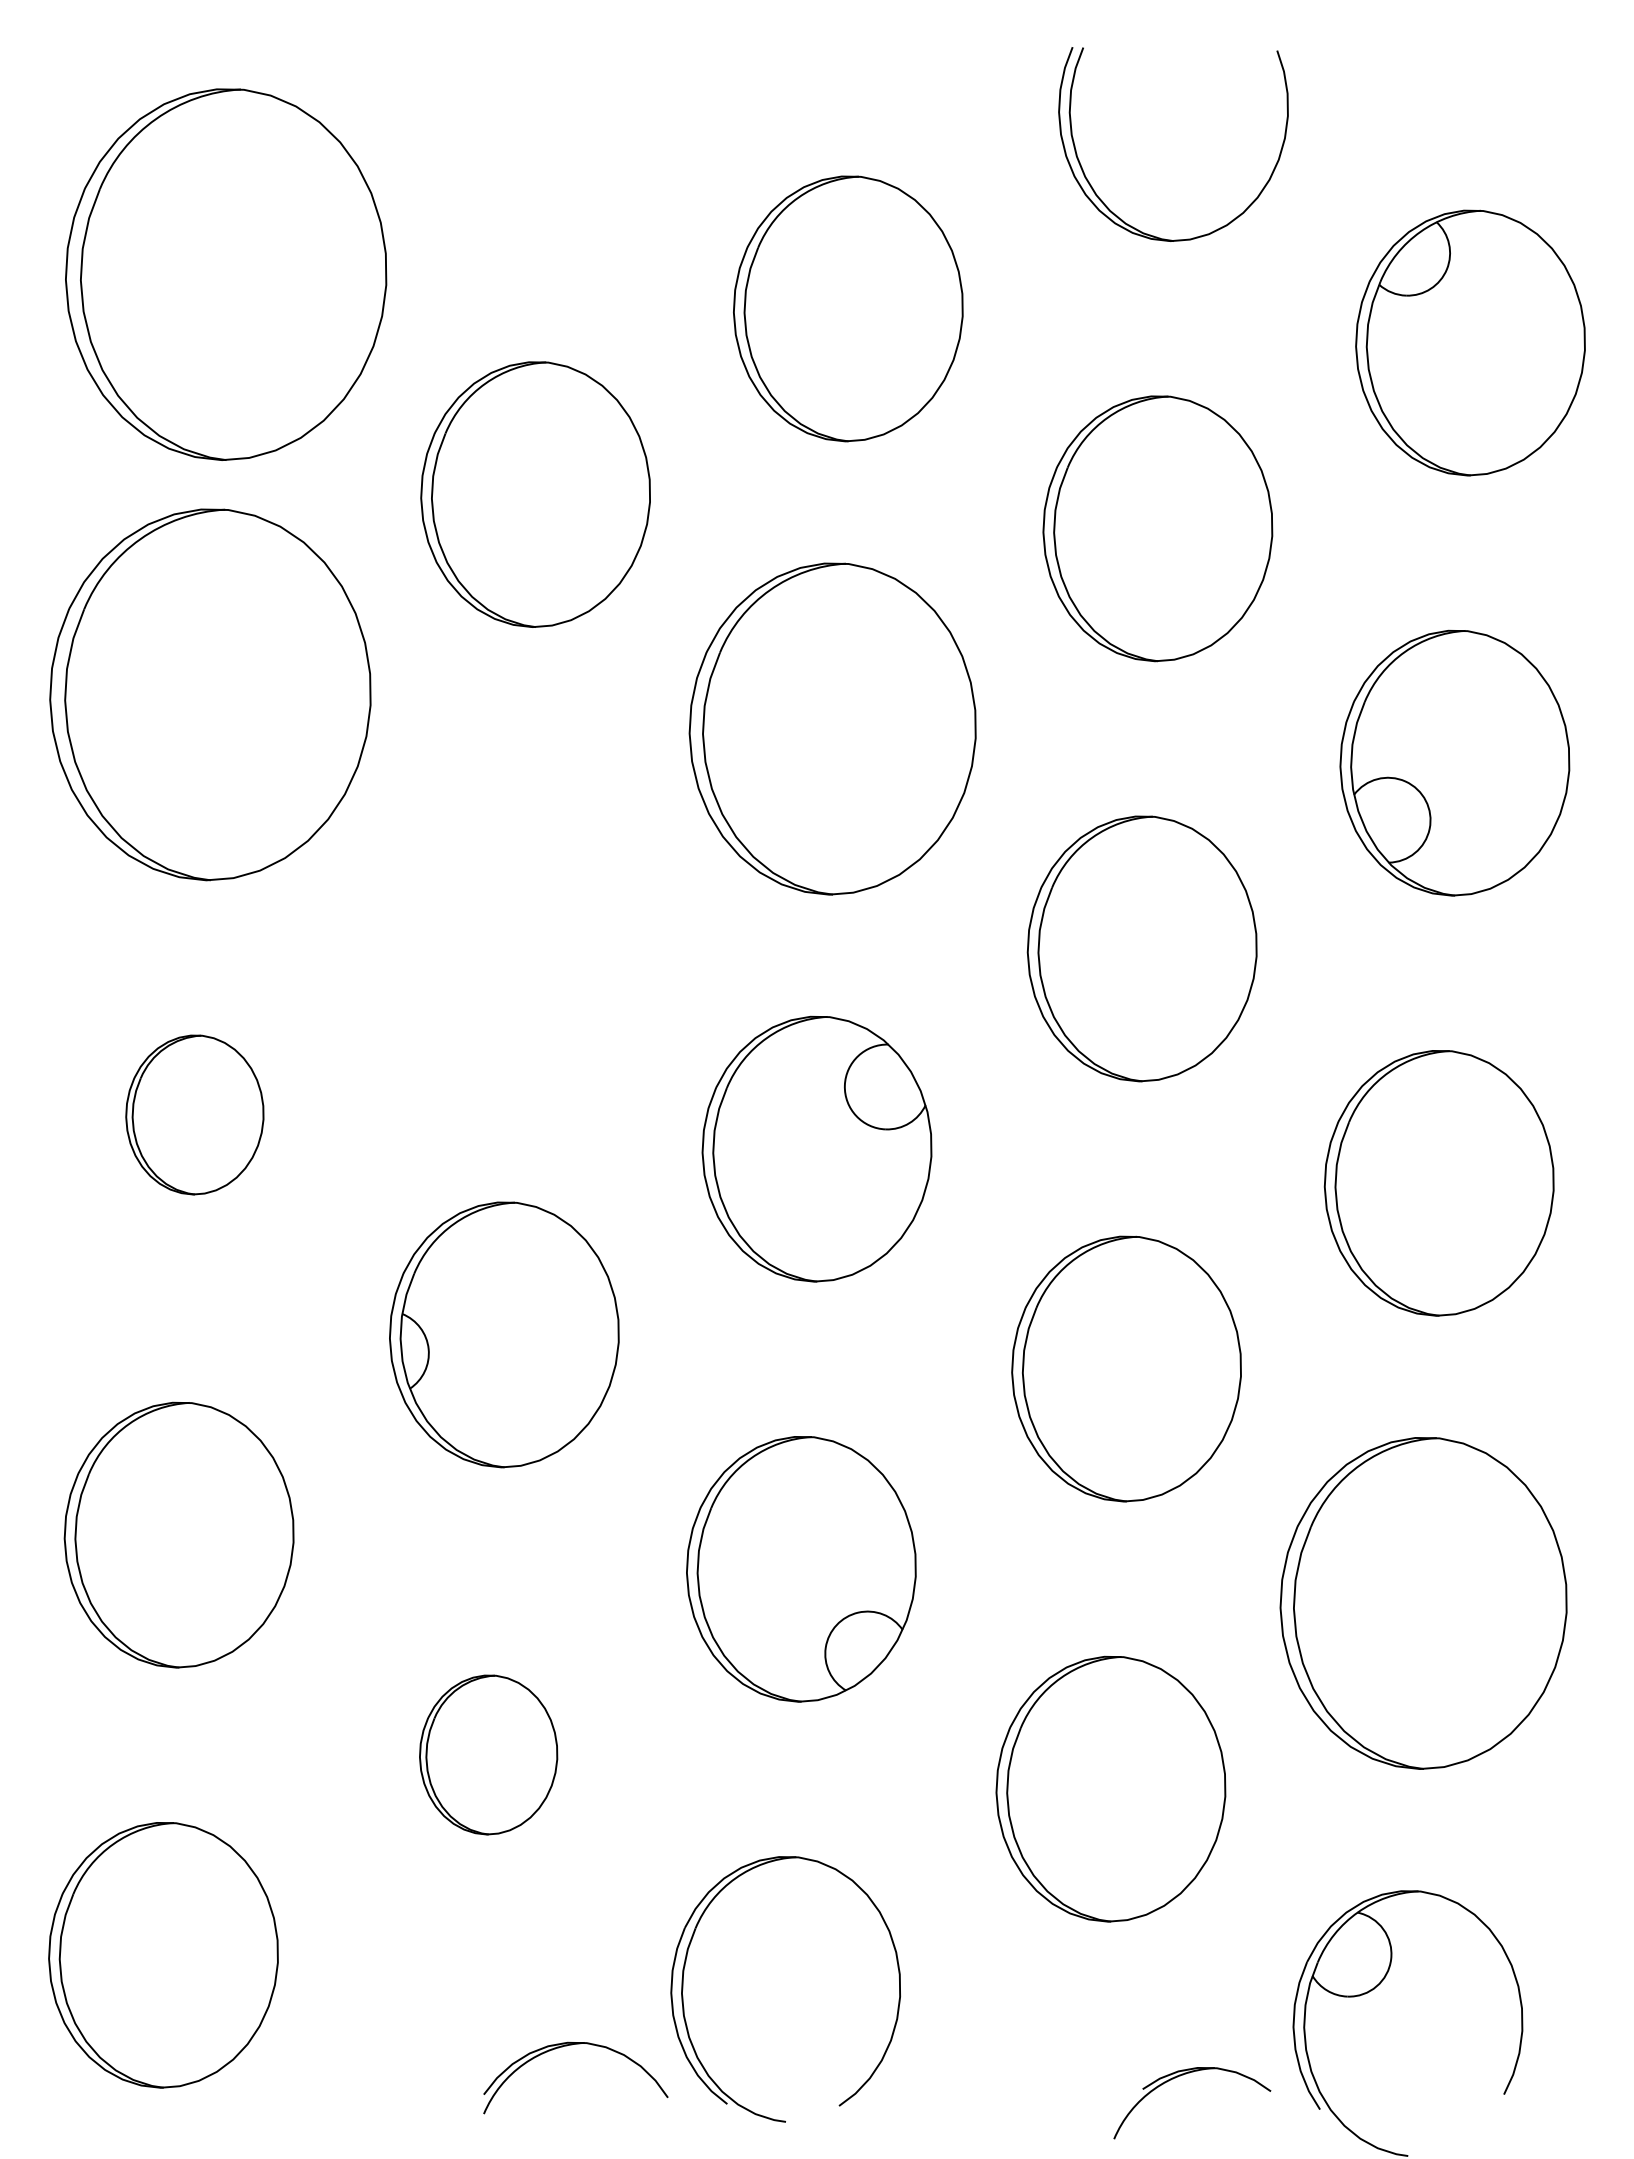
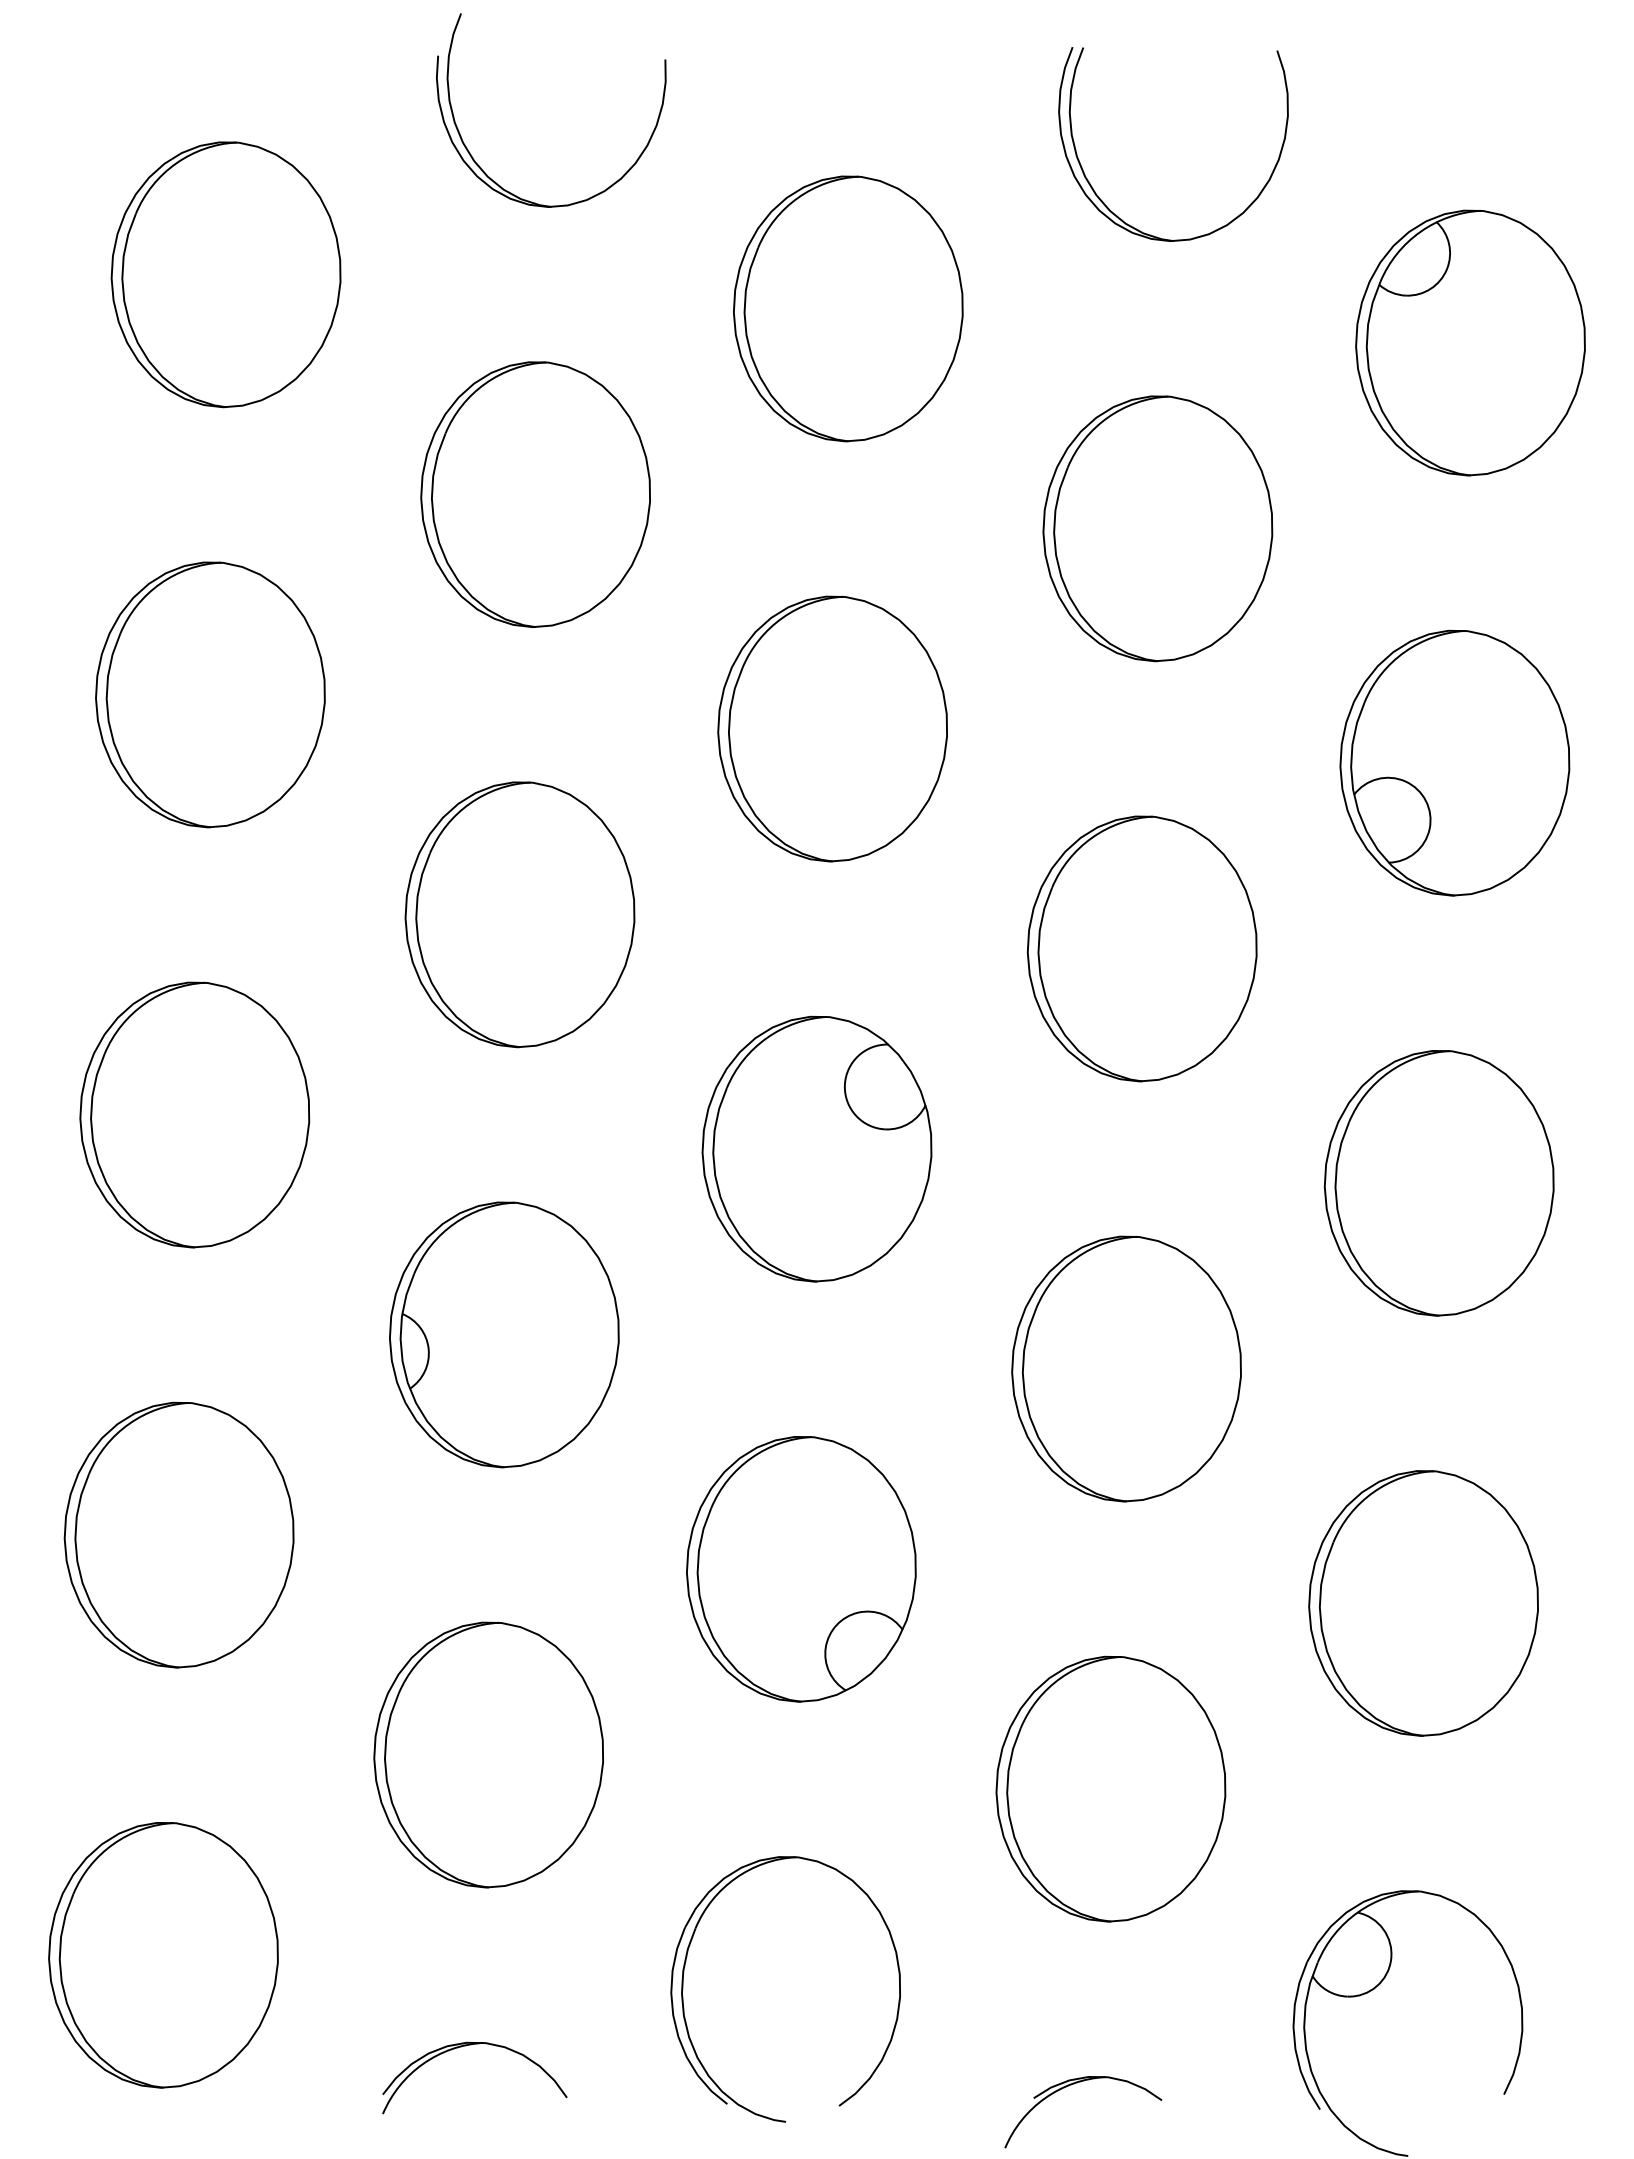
part at (481, 167): none -> present
part at (226, 274) size: 323x373 px -> 232x268 px
part at (210, 694) size: 323x374 px -> 231x268 px
part at (832, 728) size: 289x334 px -> 231x268 px
part at (519, 914): none -> present
part at (194, 1114) size: 140x162 px -> 232x268 px
part at (1423, 1603) size: 289x333 px -> 231x267 px
part at (488, 1754) size: 140x162 px -> 231x268 px
part at (567, 2046) position: (567, 2046) -> (466, 2046)
part at (1183, 2075) position: (1183, 2075) -> (1074, 2084)
